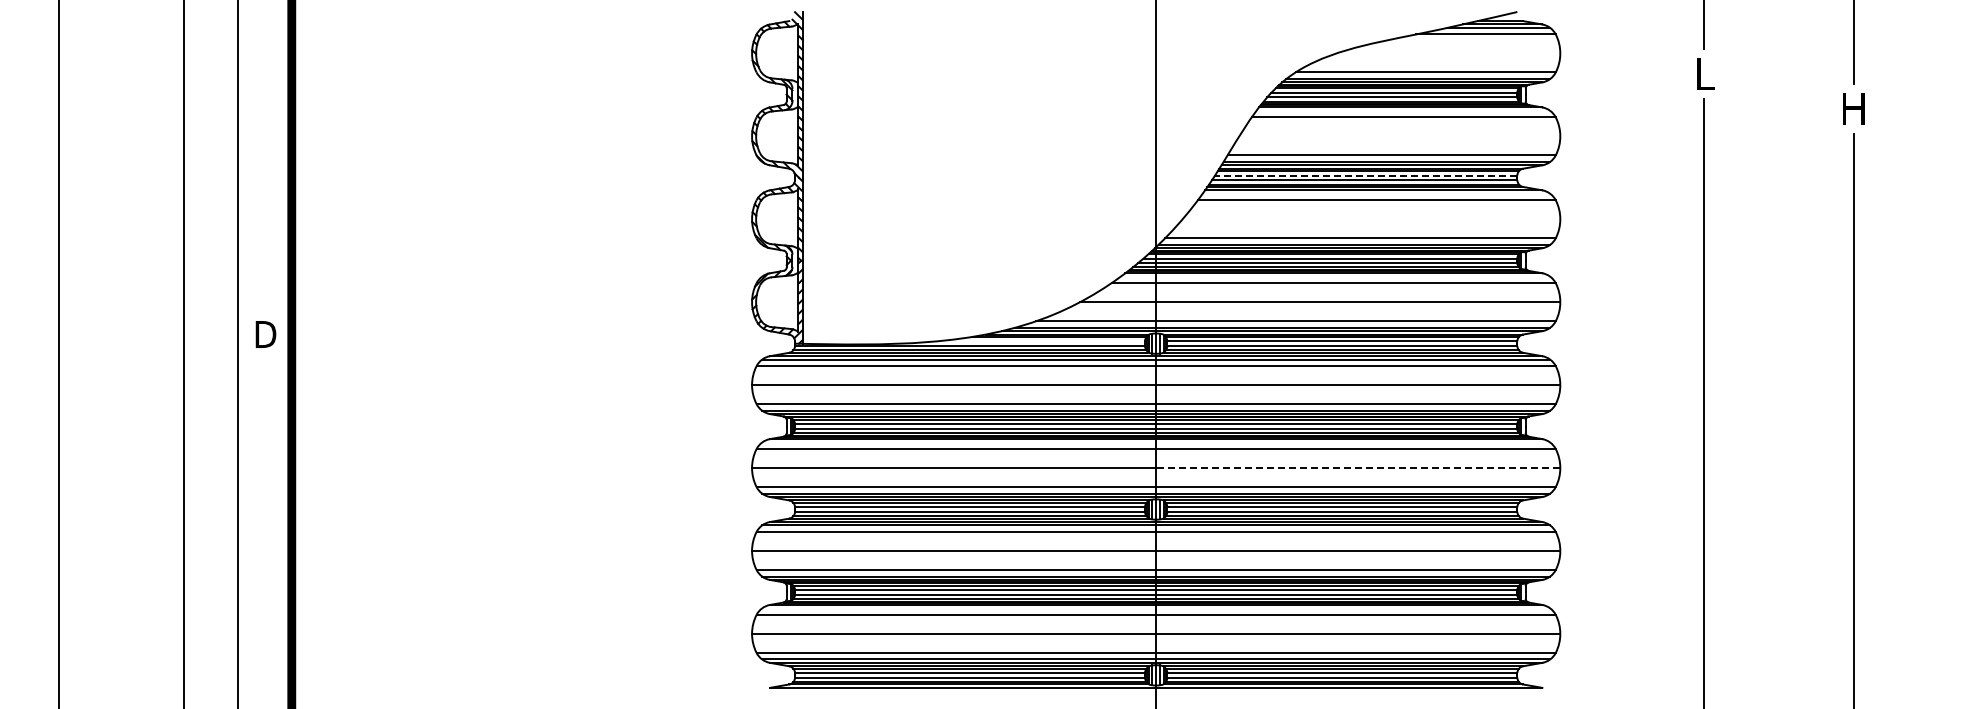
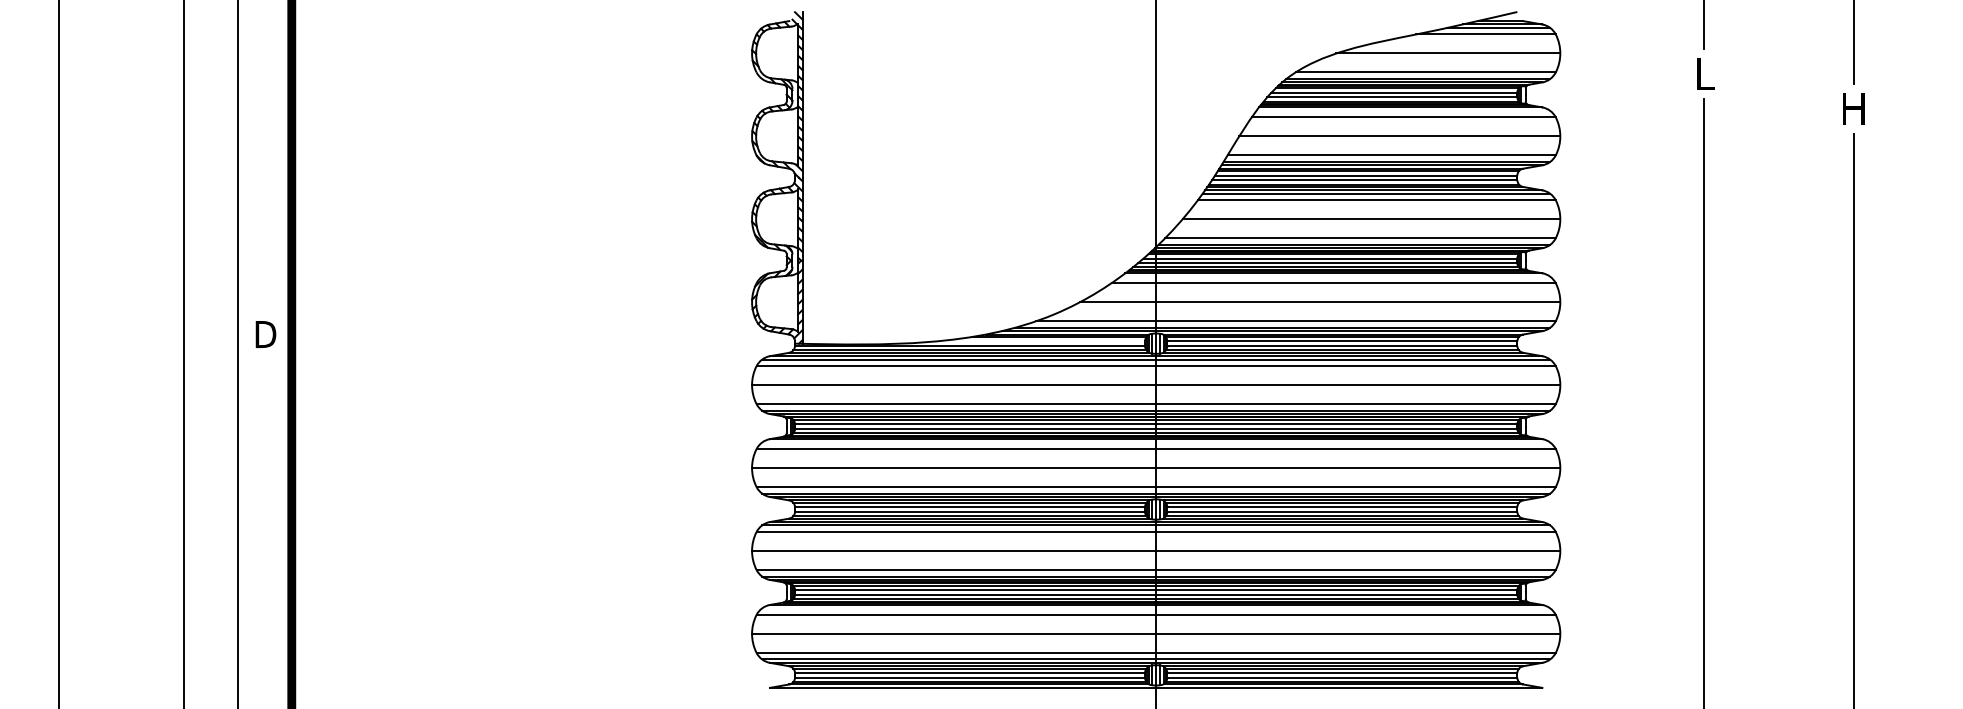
line at (1448, 53): none -> present
line at (1399, 136): none -> present
line at (1365, 175): dashed -> solid
line at (1376, 193): none -> present
line at (1371, 219): none -> present
line at (1357, 468): dashed -> solid
